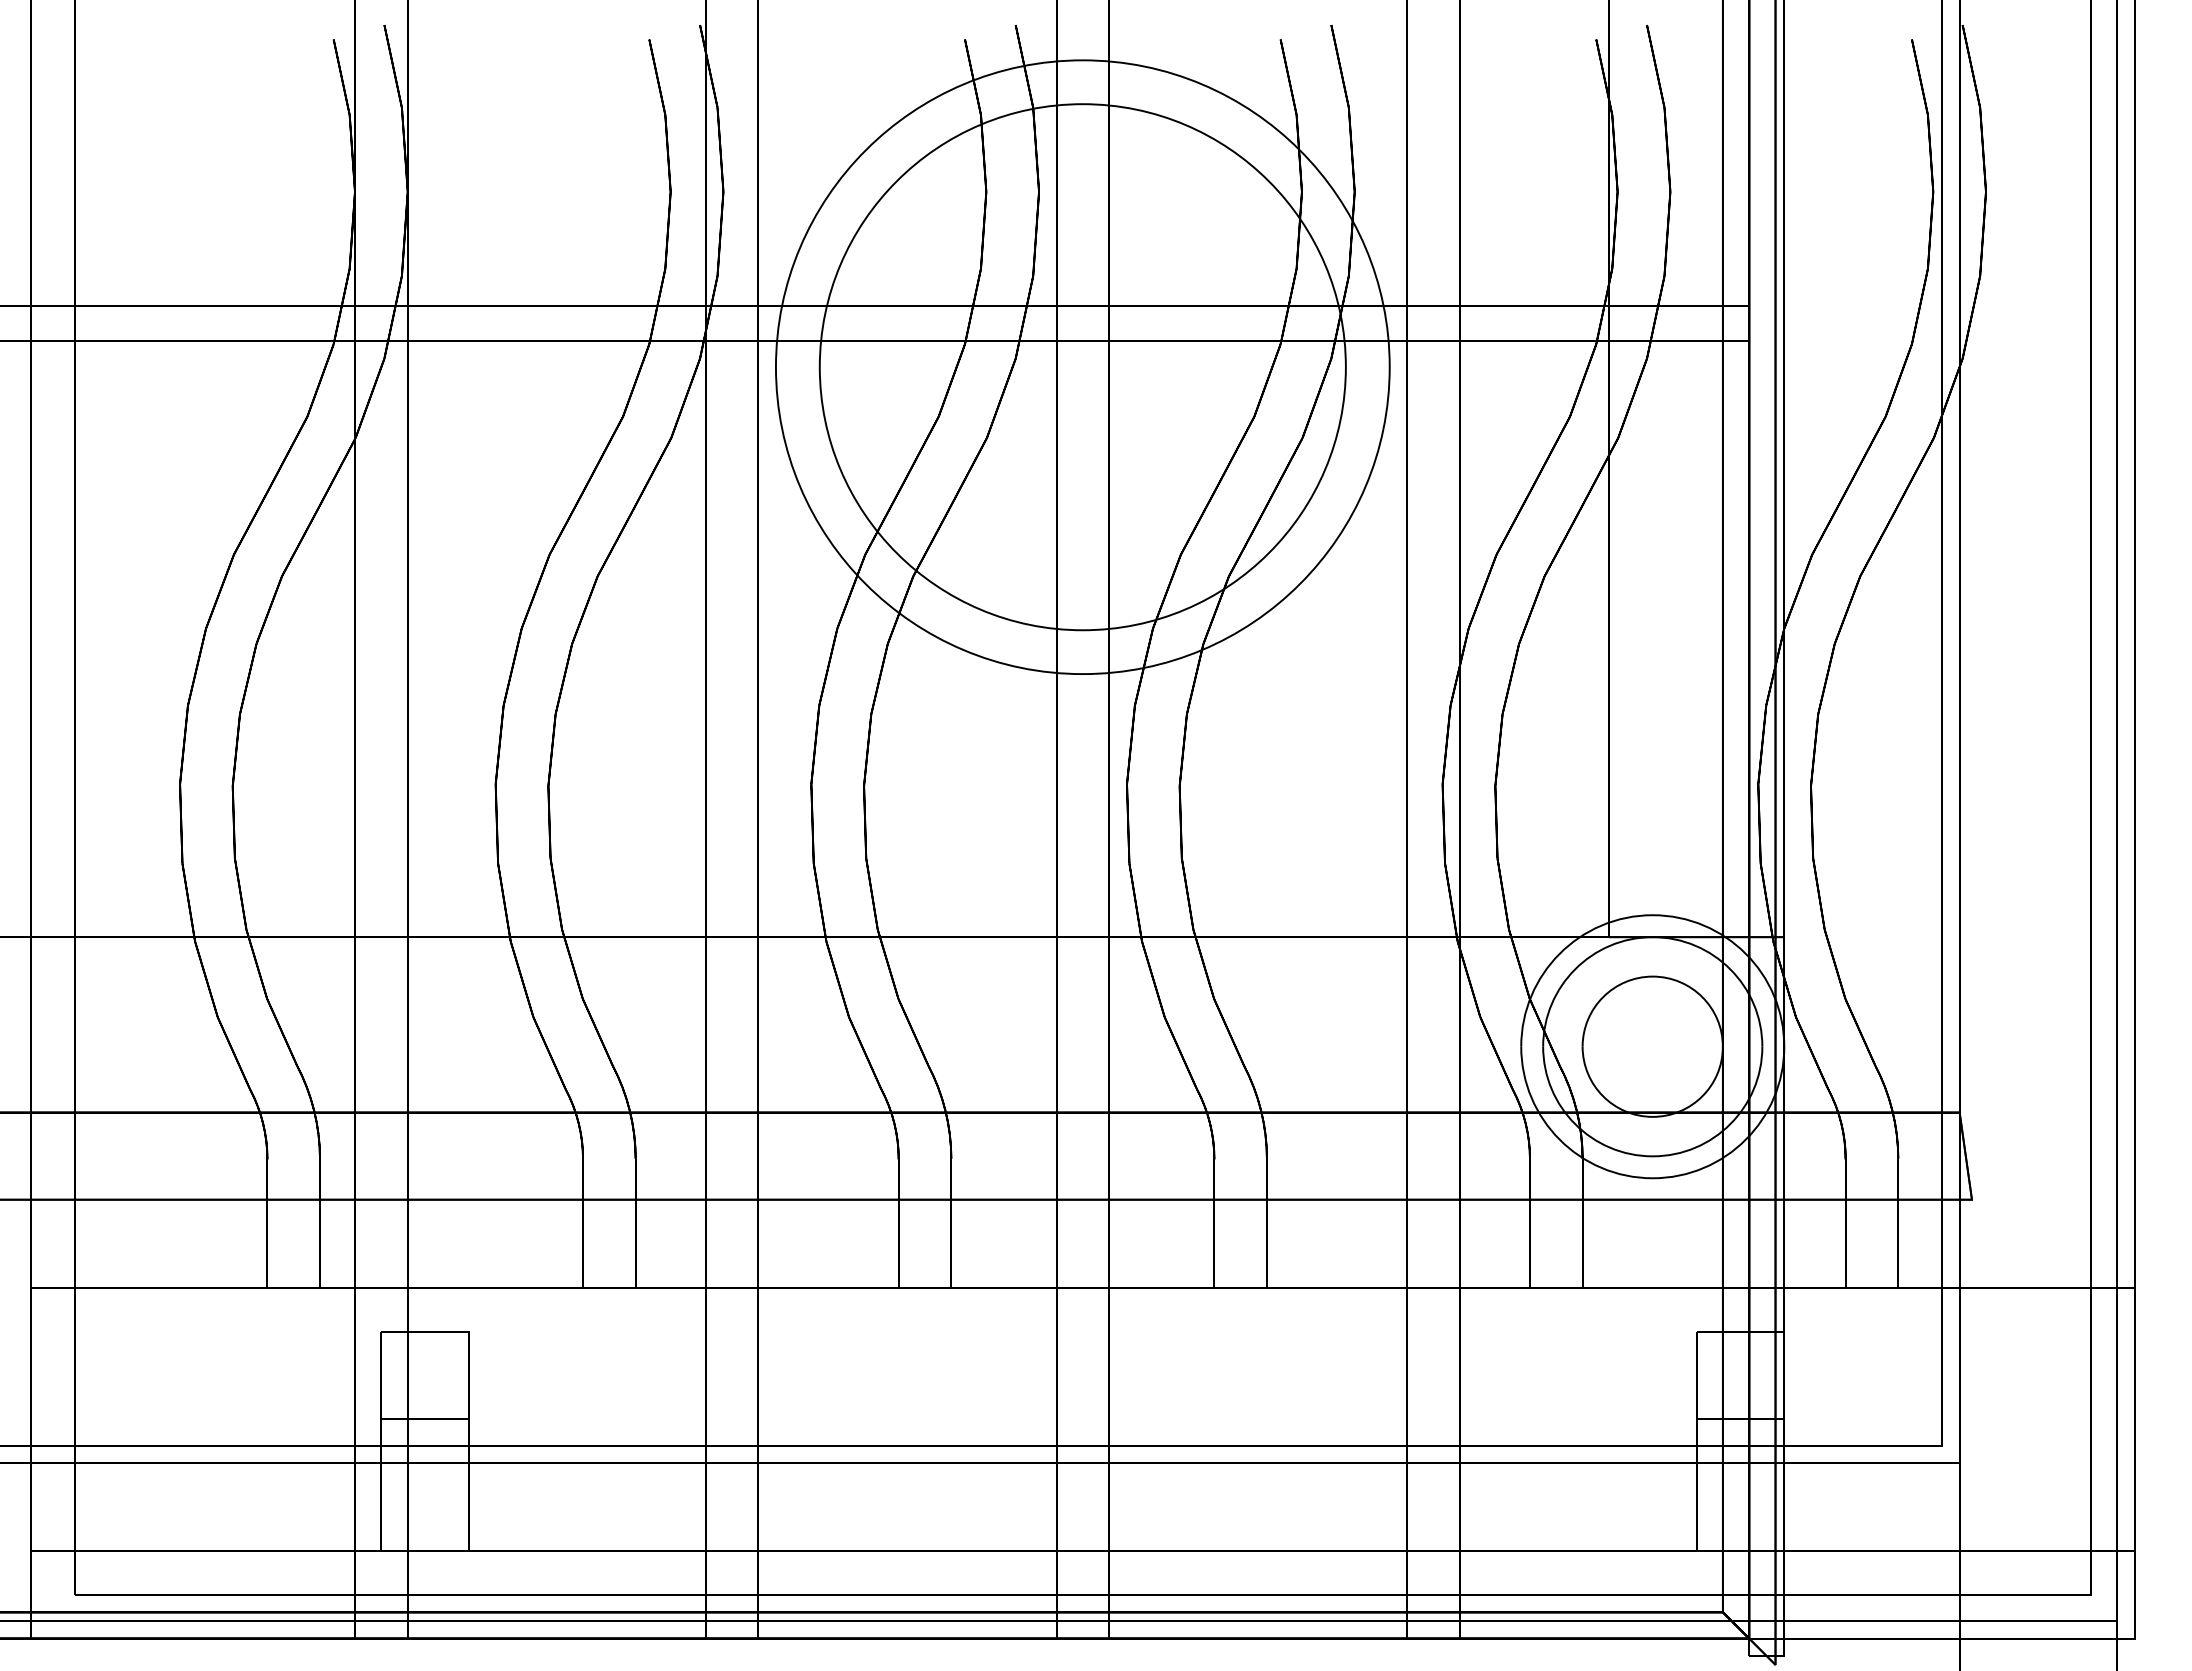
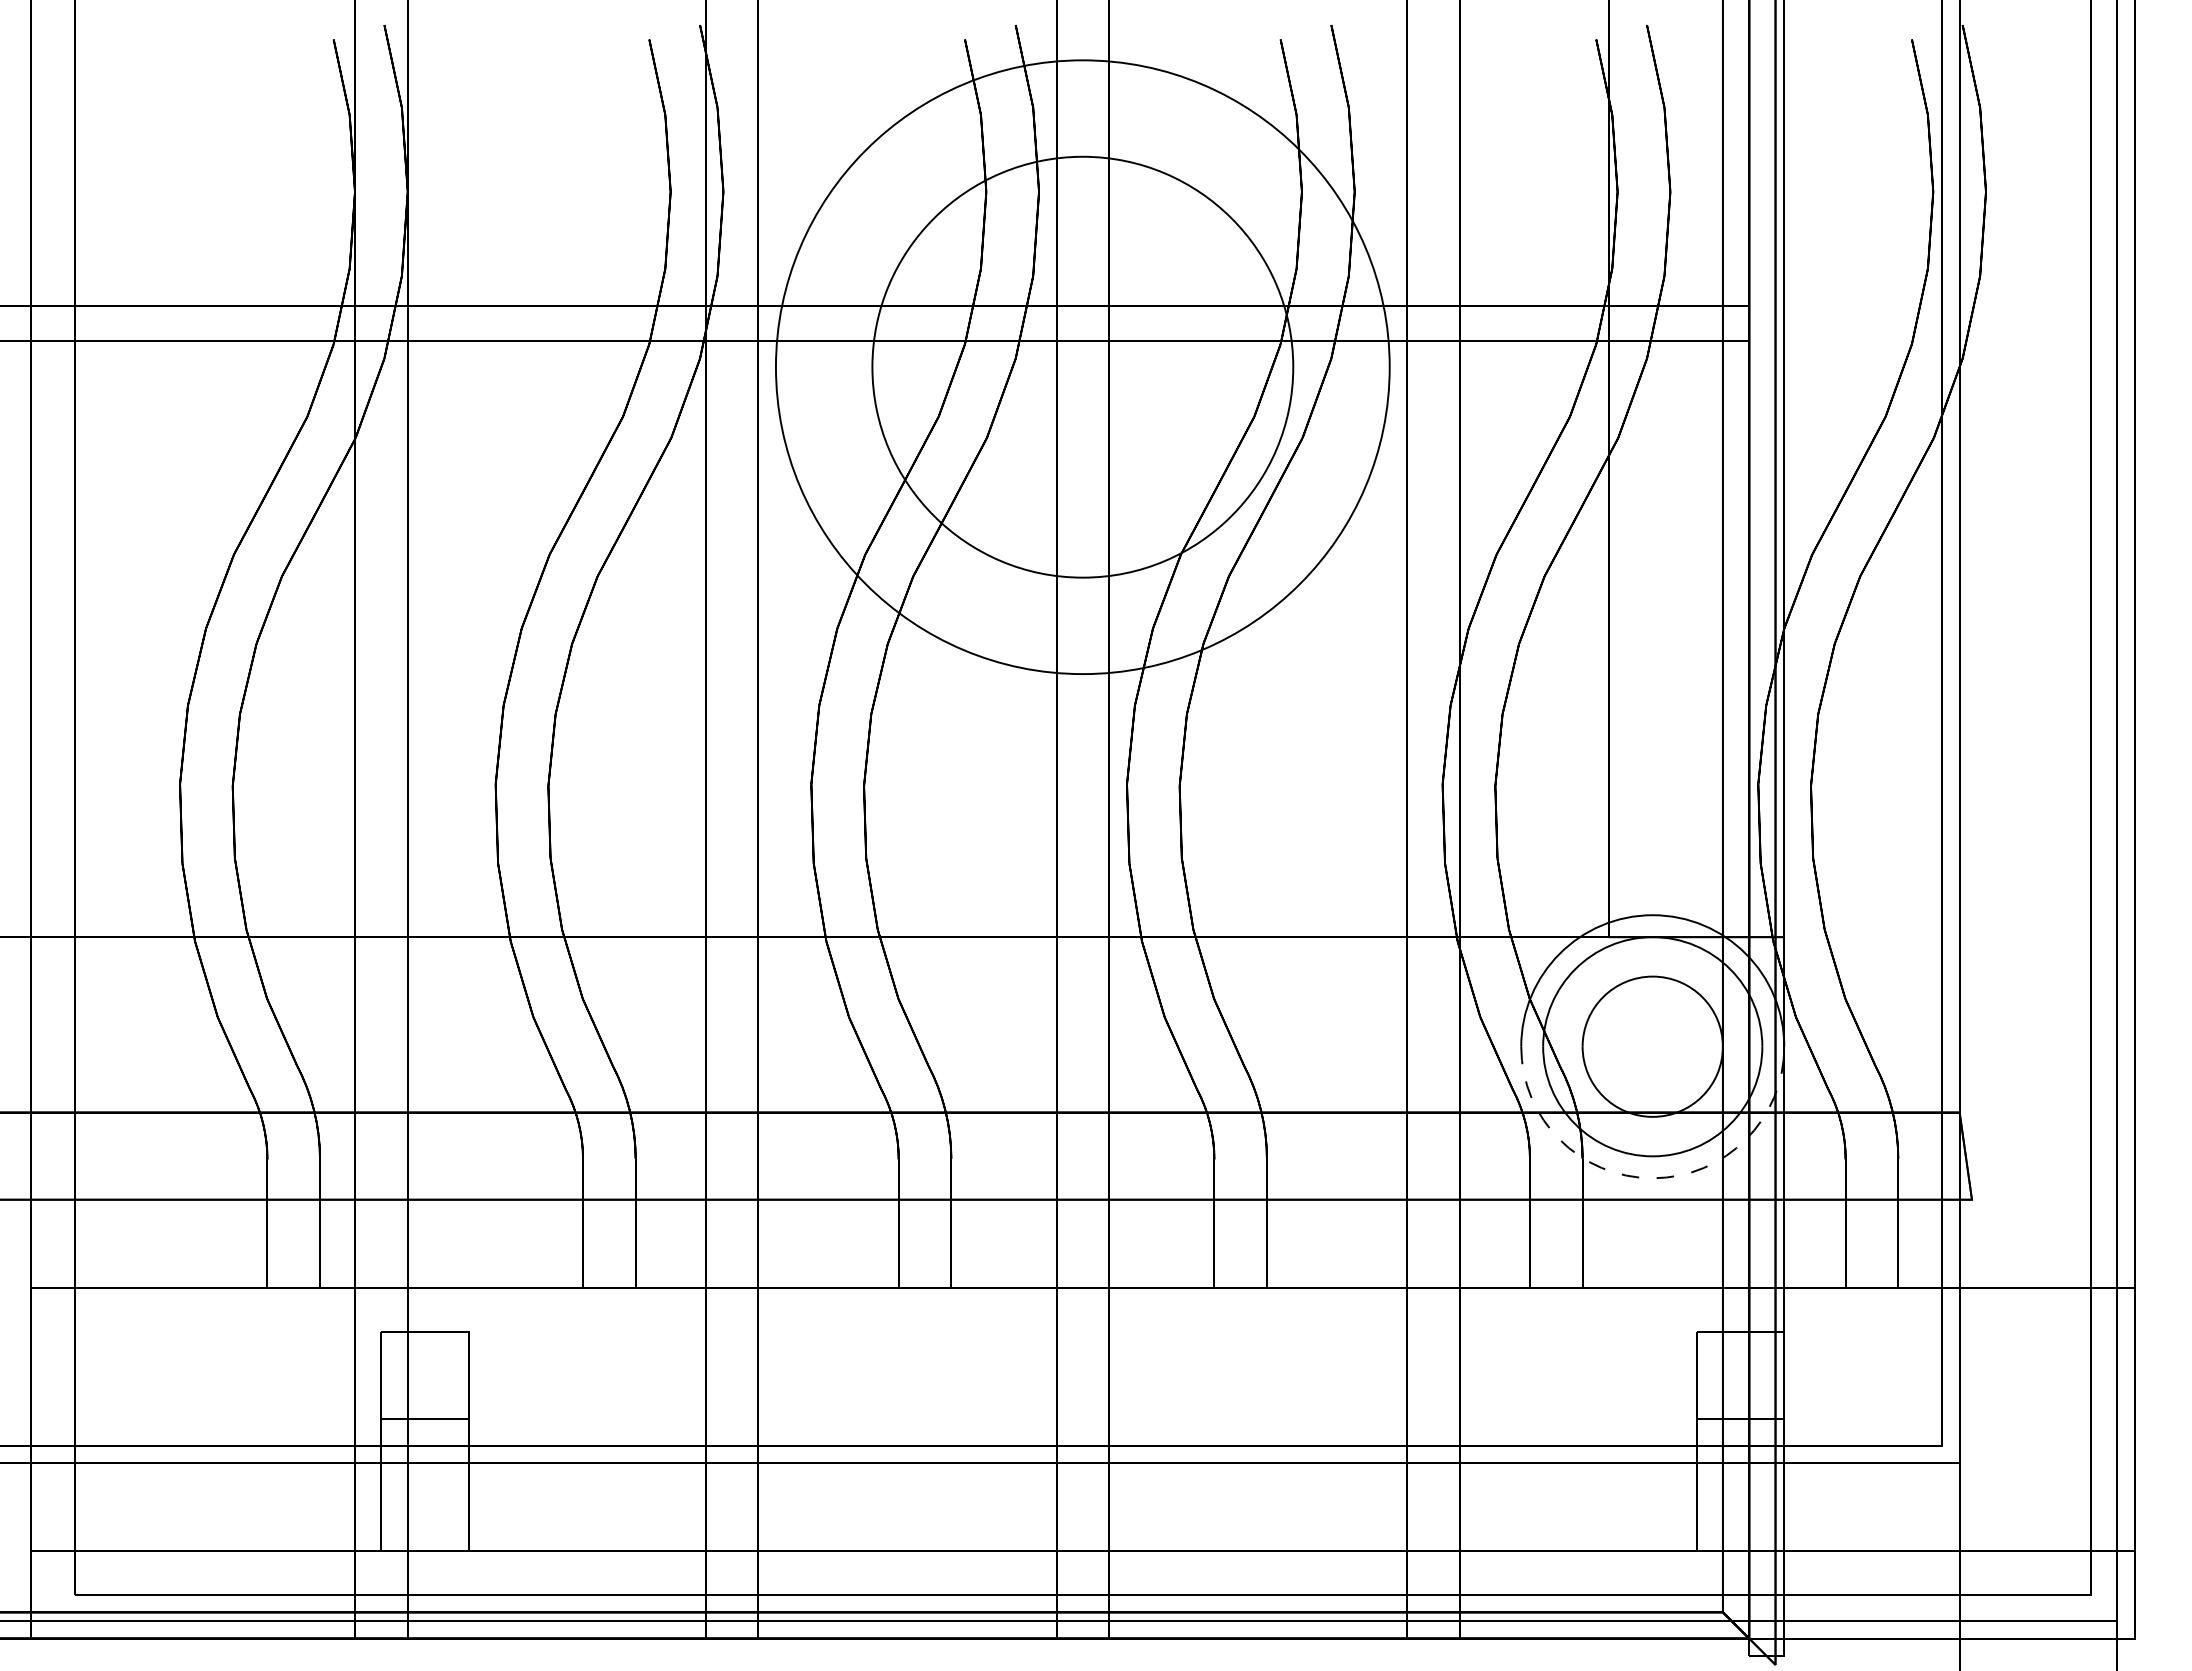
circle at (1082, 367) diameter: 526 px -> 421 px
arc at (1652, 1178): solid -> dashed
